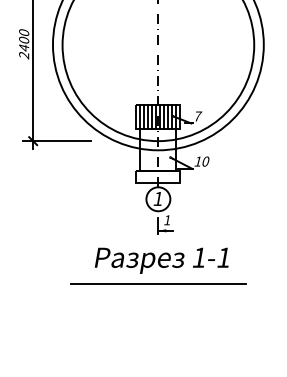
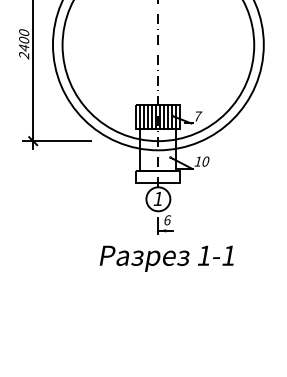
text at (167, 220): 1 -> 6
text at (161, 260) position: (161, 260) -> (166, 258)
line at (158, 283): present -> none
